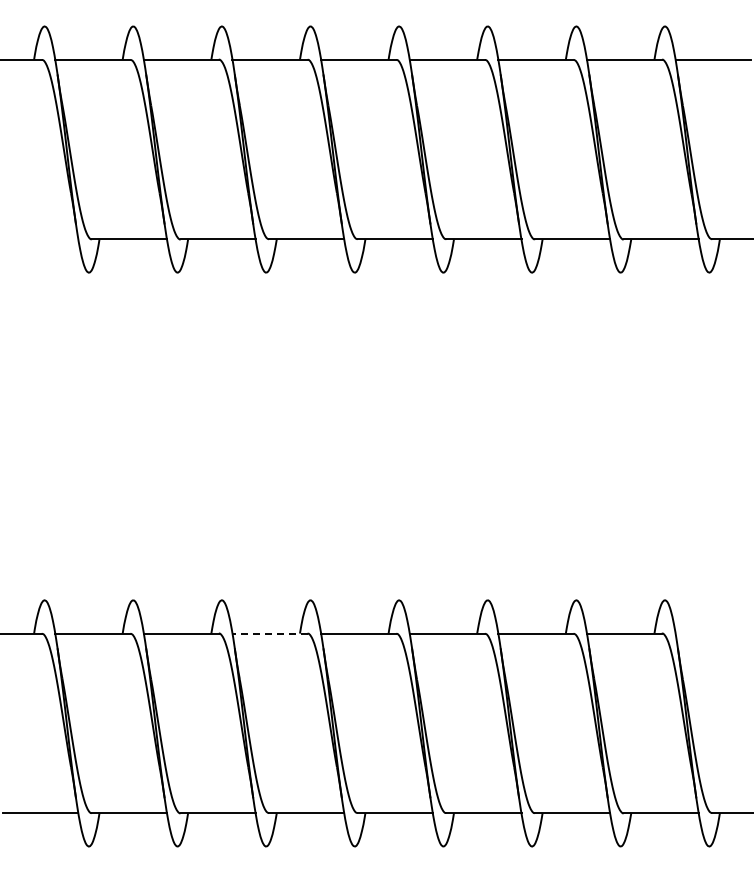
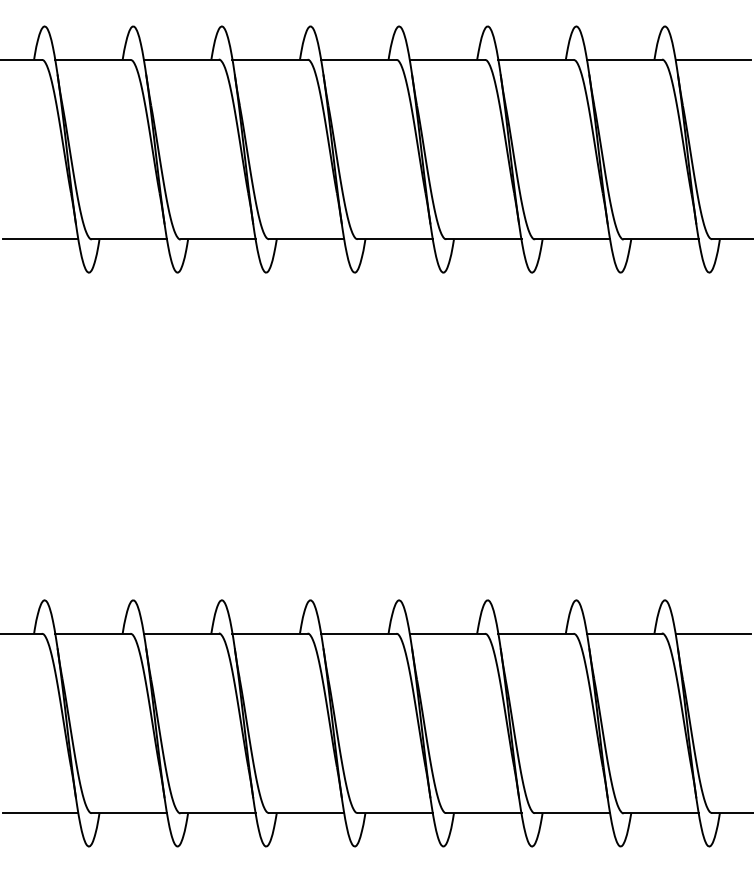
line at (40, 239): none -> present
line at (270, 633): dashed -> solid
line at (712, 633): none -> present
